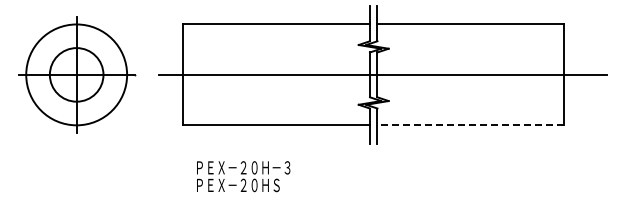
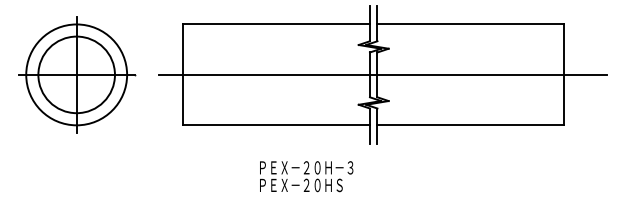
circle at (76, 74) diameter: 54 px -> 77 px
line at (470, 125): dashed -> solid
text at (243, 176) position: (243, 176) -> (306, 176)
